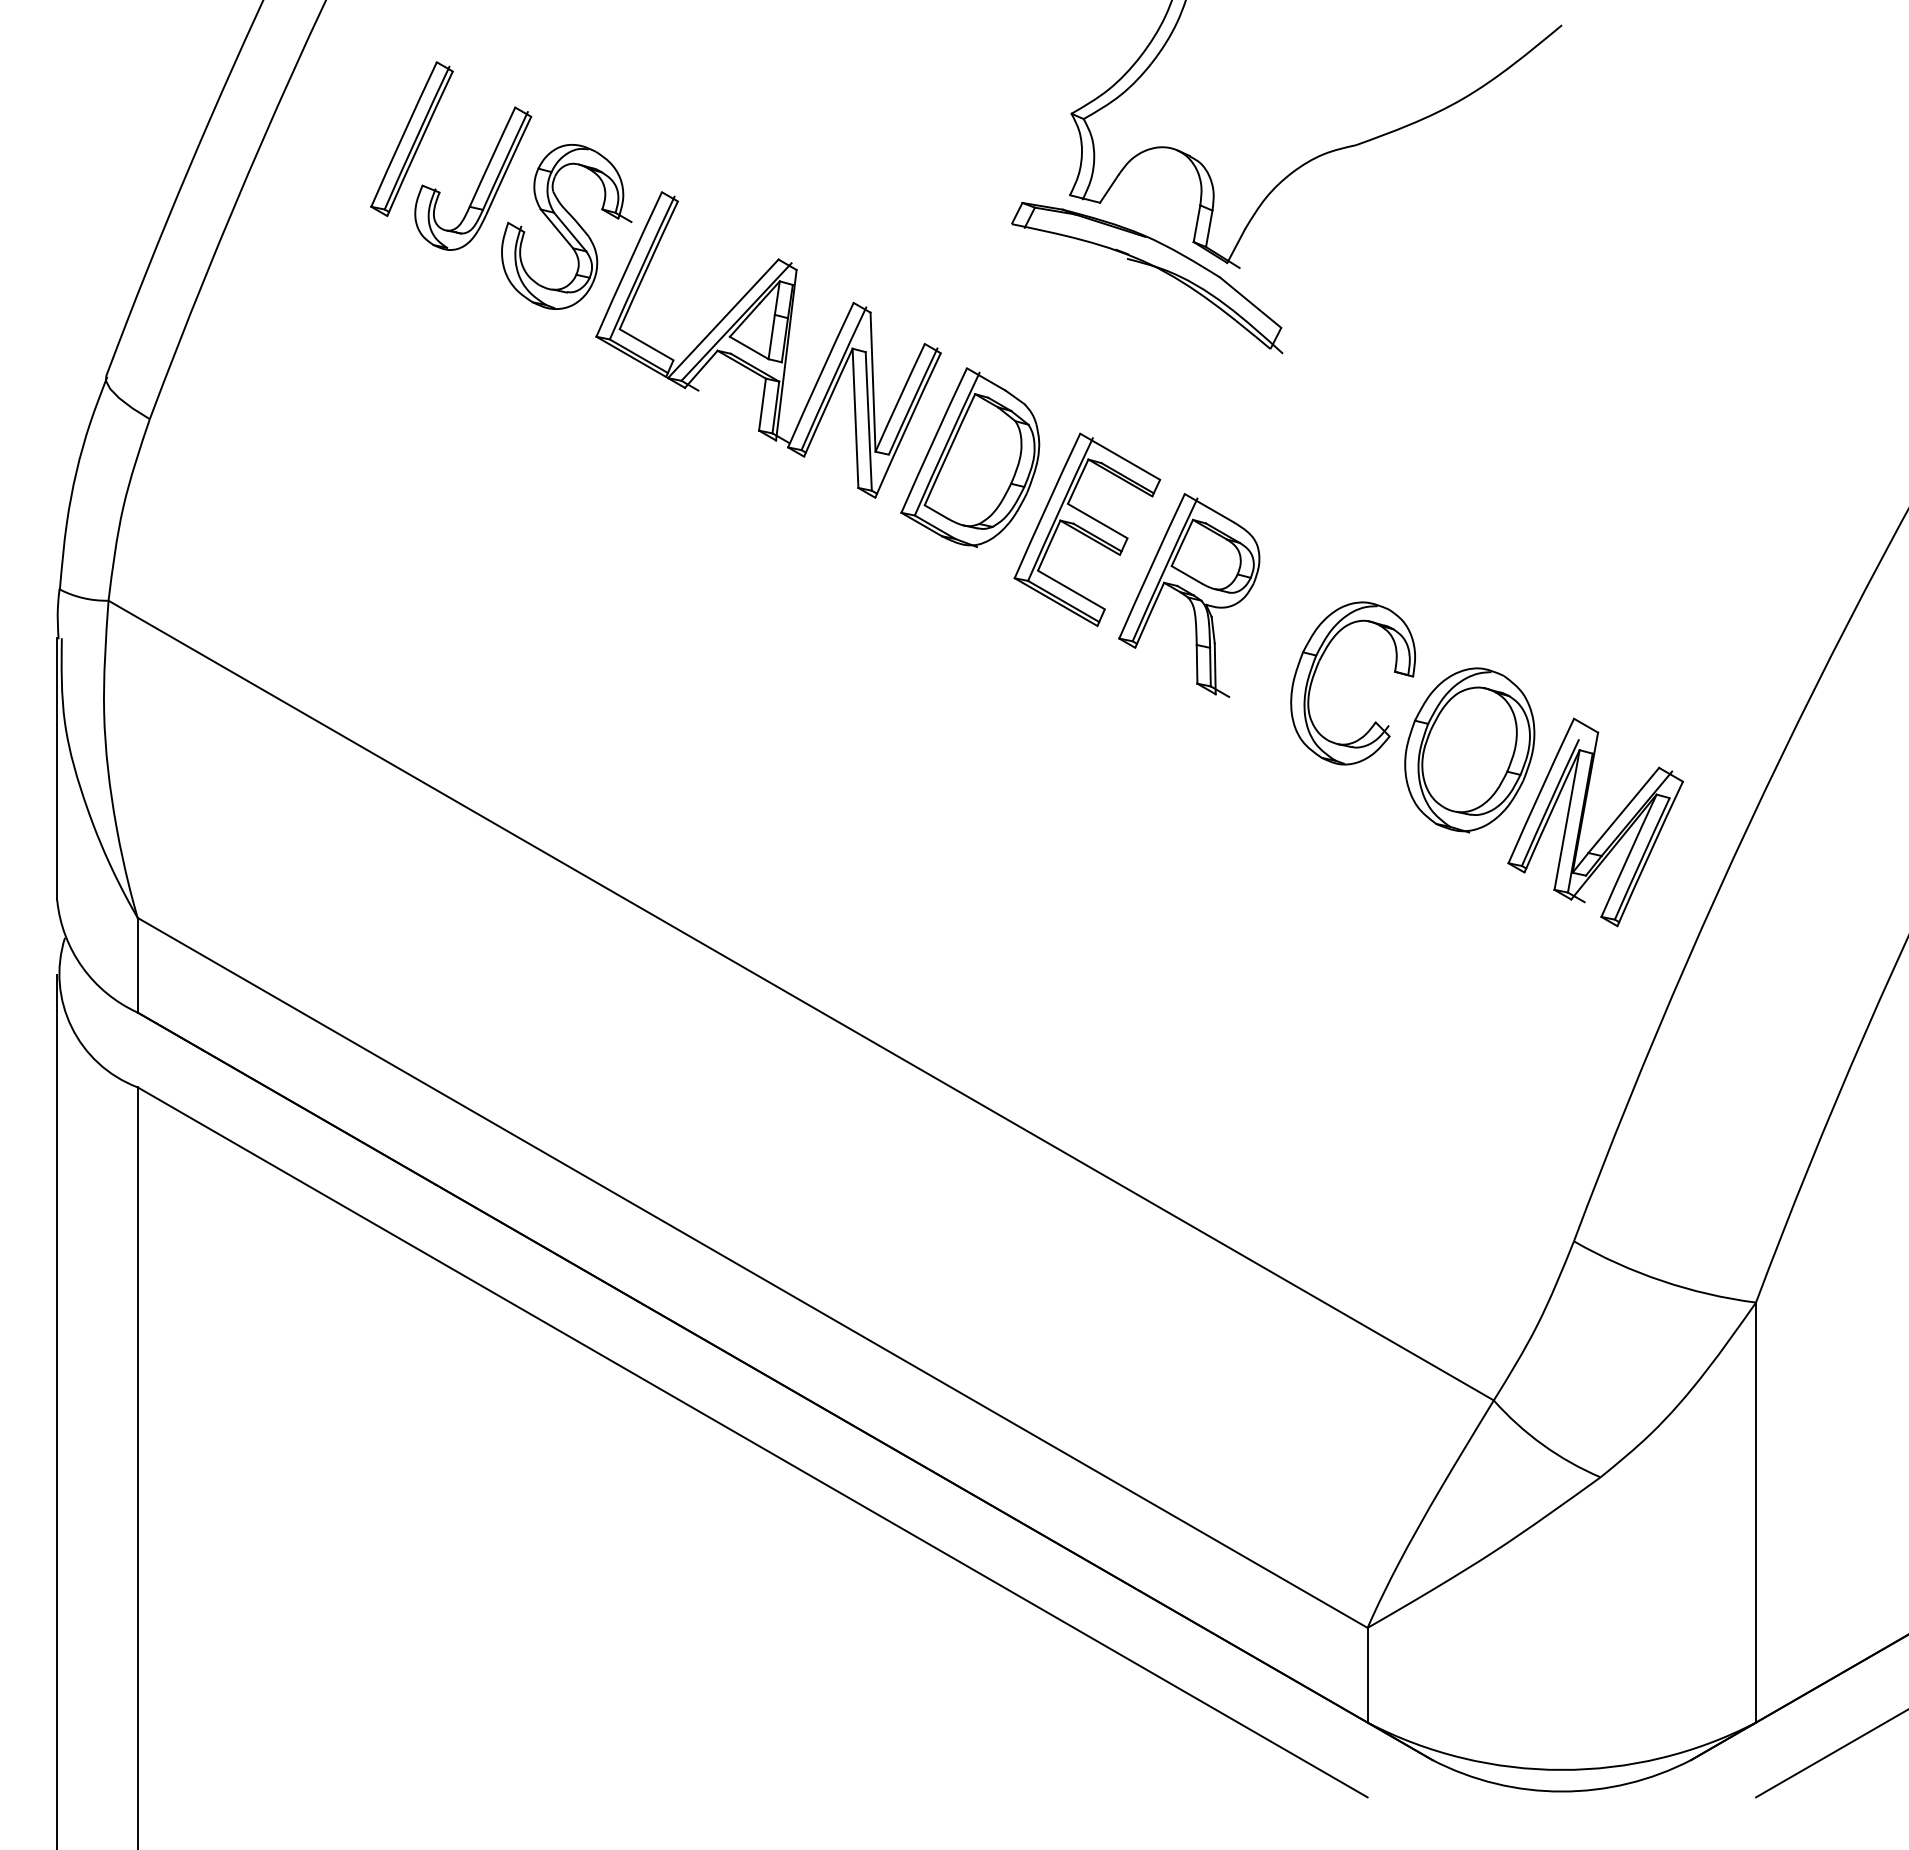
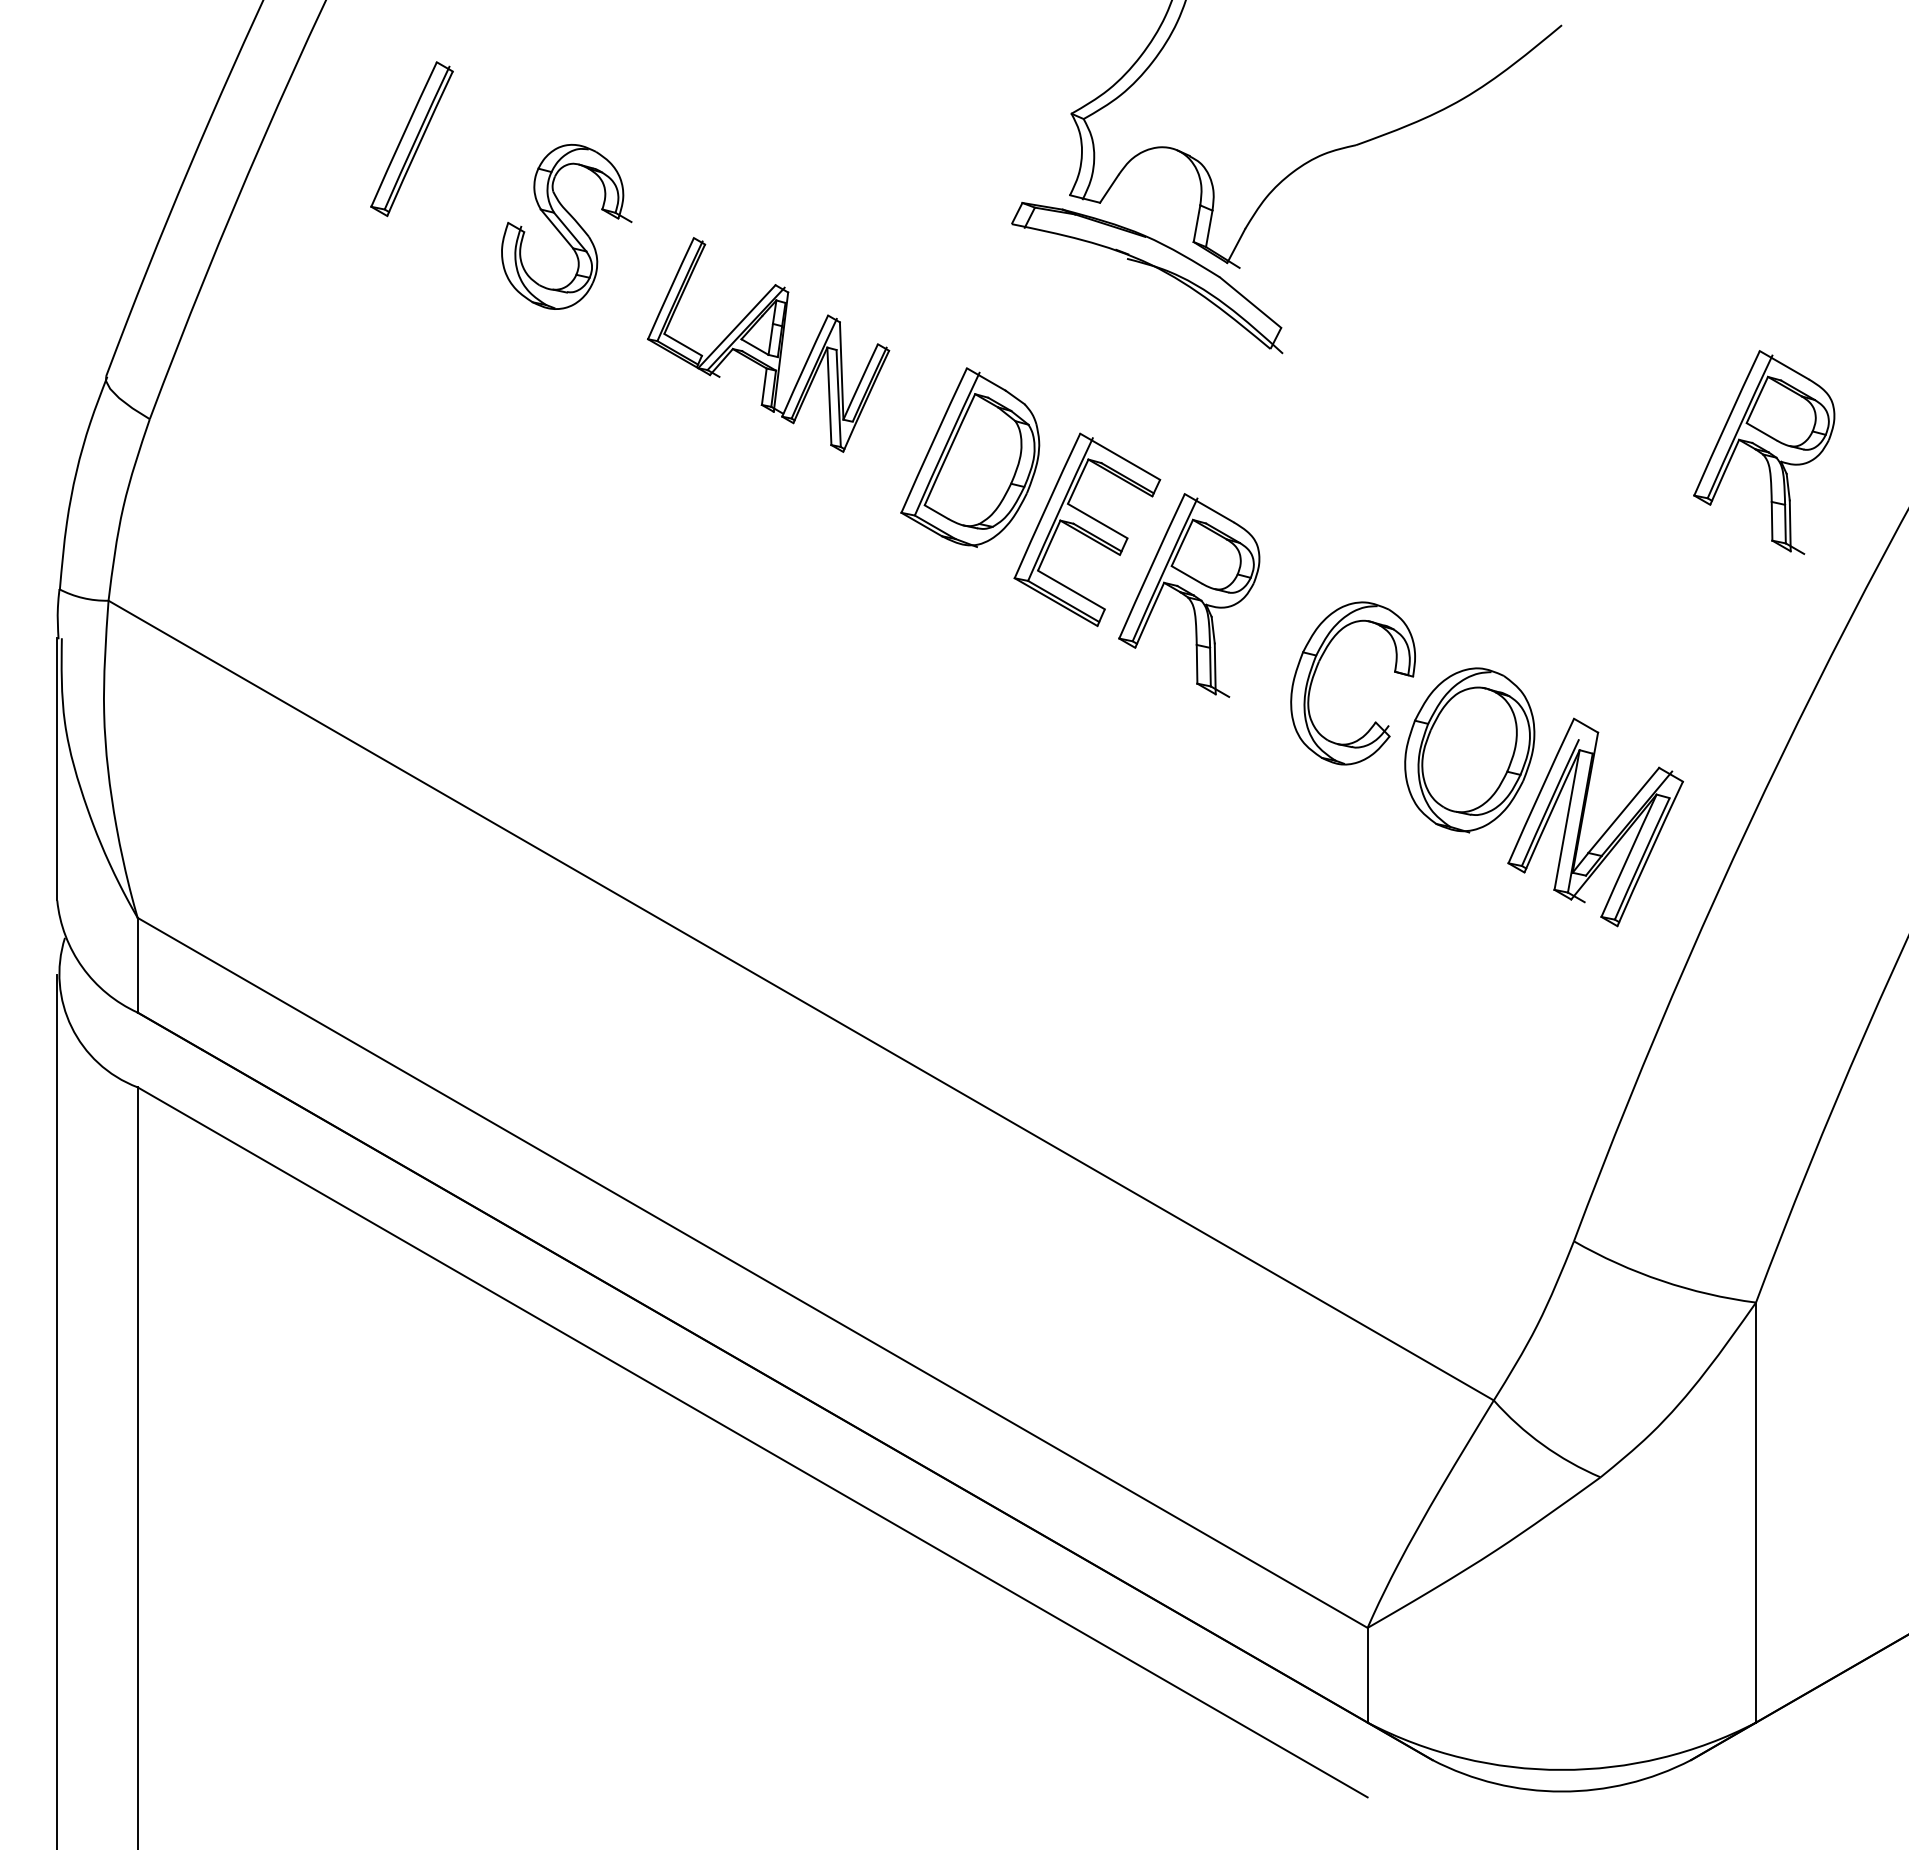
part at (479, 182): present -> none
part at (768, 344) size: 347x308 px -> 244x216 px
part at (1764, 452): none -> present
line at (1830, 1753): present -> none
